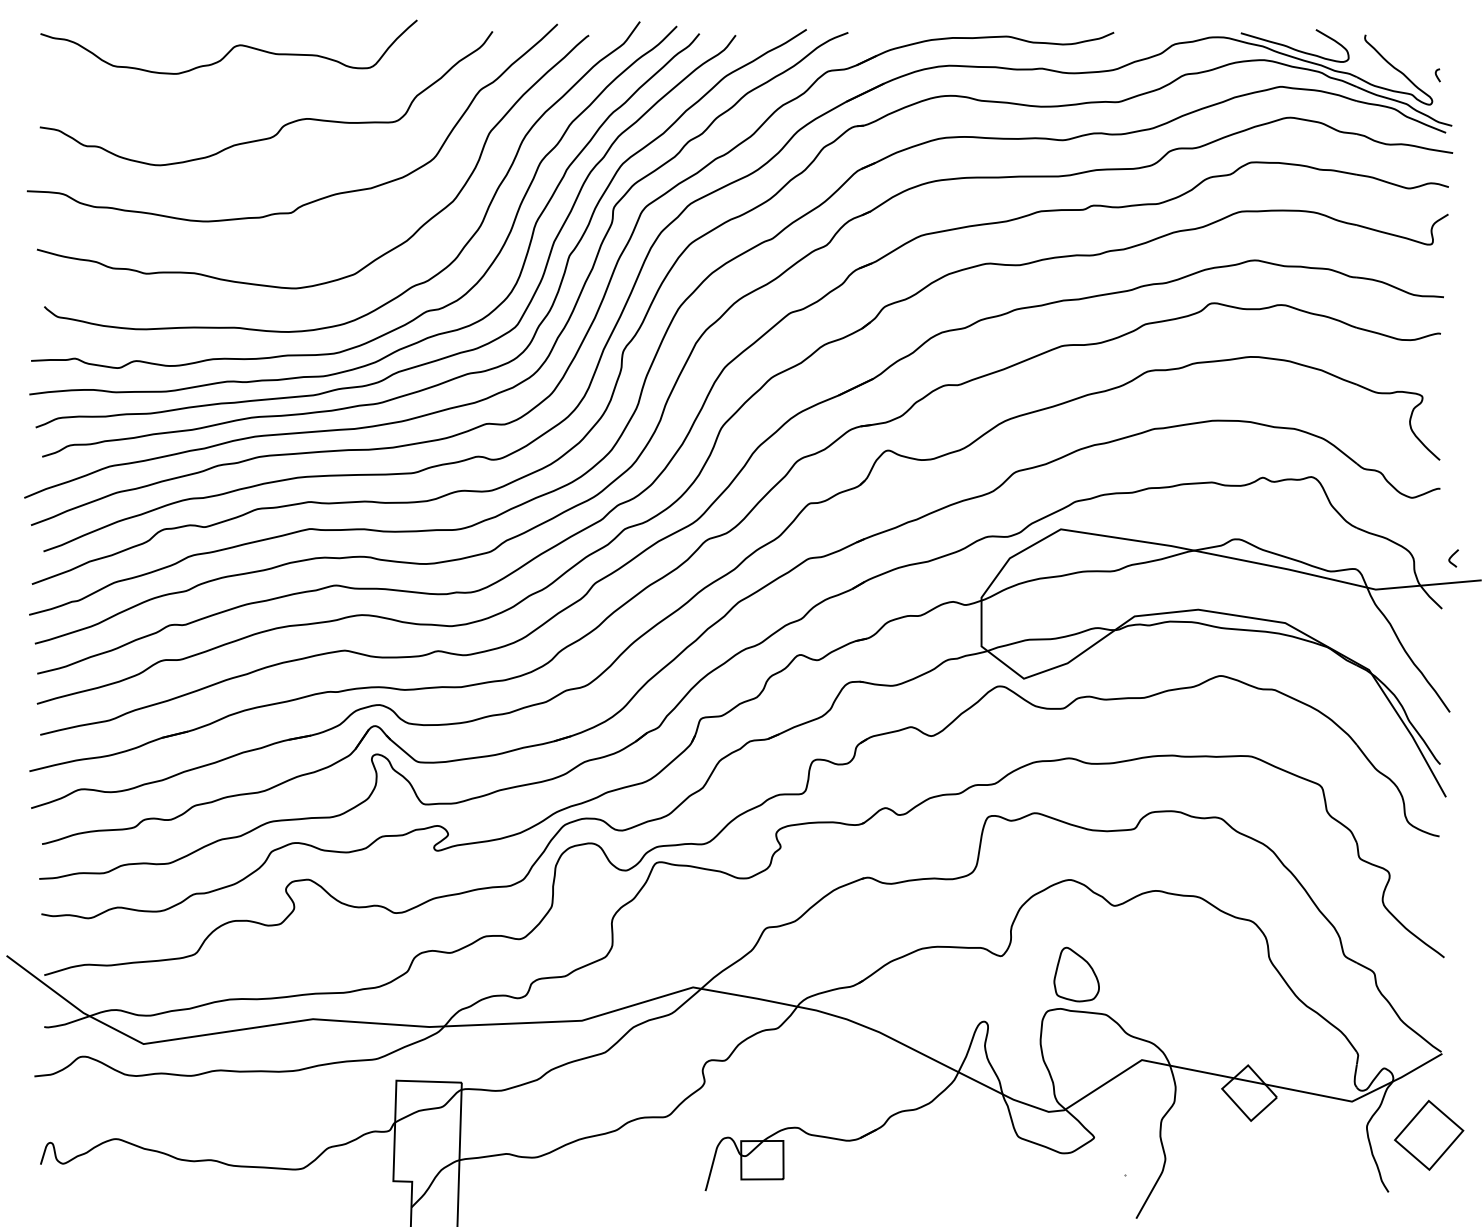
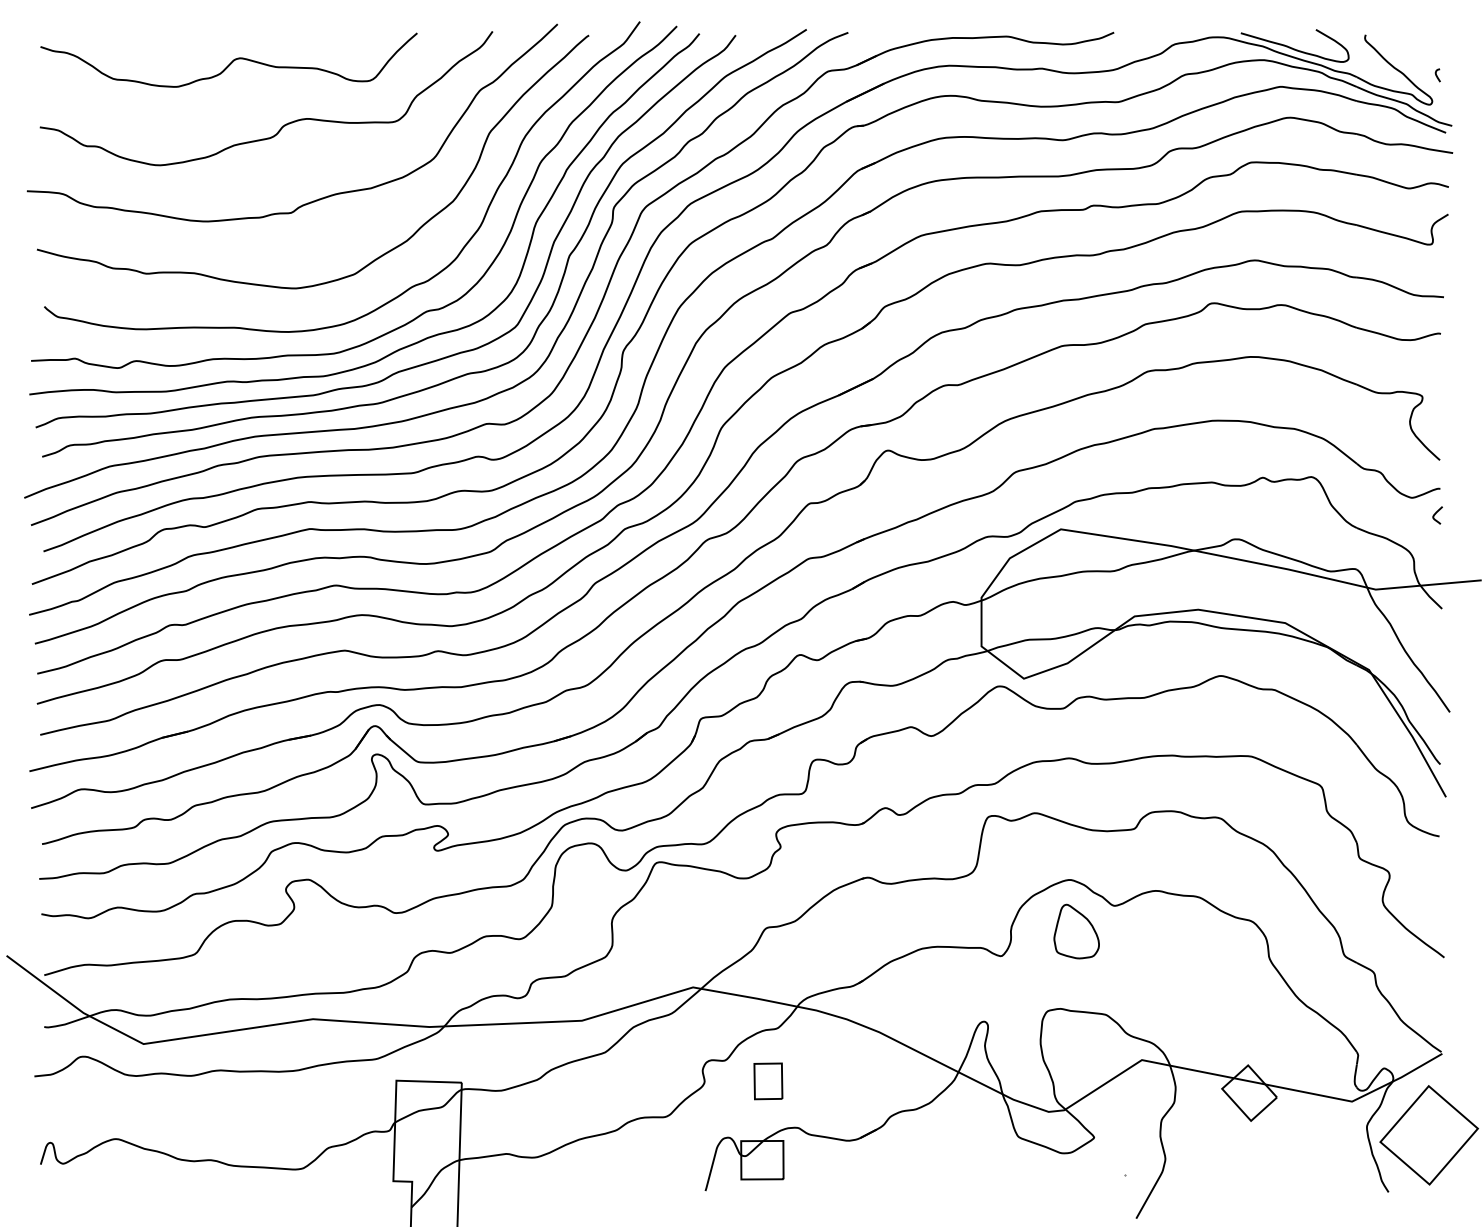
curve at (231, 48) position: (231, 48) -> (231, 61)
curve at (1451, 558) position: (1451, 558) -> (1435, 515)
part at (1076, 974) position: (1076, 974) -> (1076, 931)
part at (768, 1081): none -> present
part at (1429, 1134) size: 71x72 px -> 100x101 px
